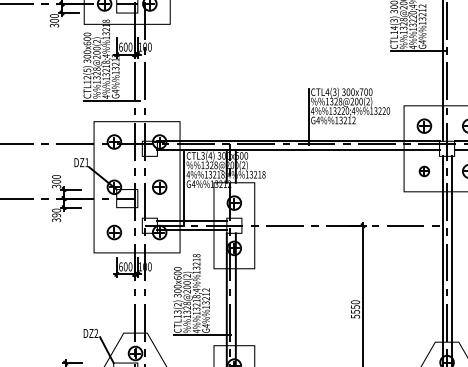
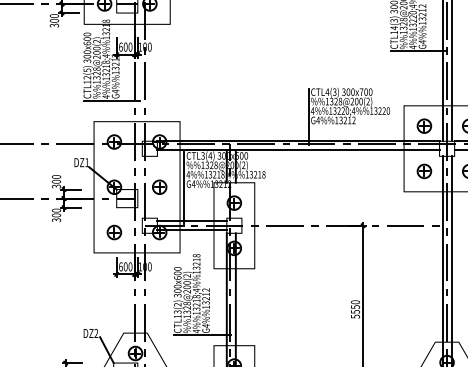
line at (451, 71): none -> present
part at (424, 171) size: 13x13 px -> 17x17 px
text at (56, 215): 390 -> 300
